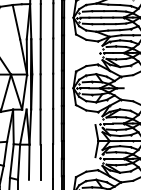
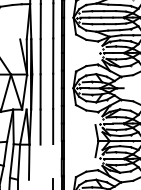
line at (16, 22): present -> none
line at (40, 161): present -> none
line at (53, 161): present -> none
